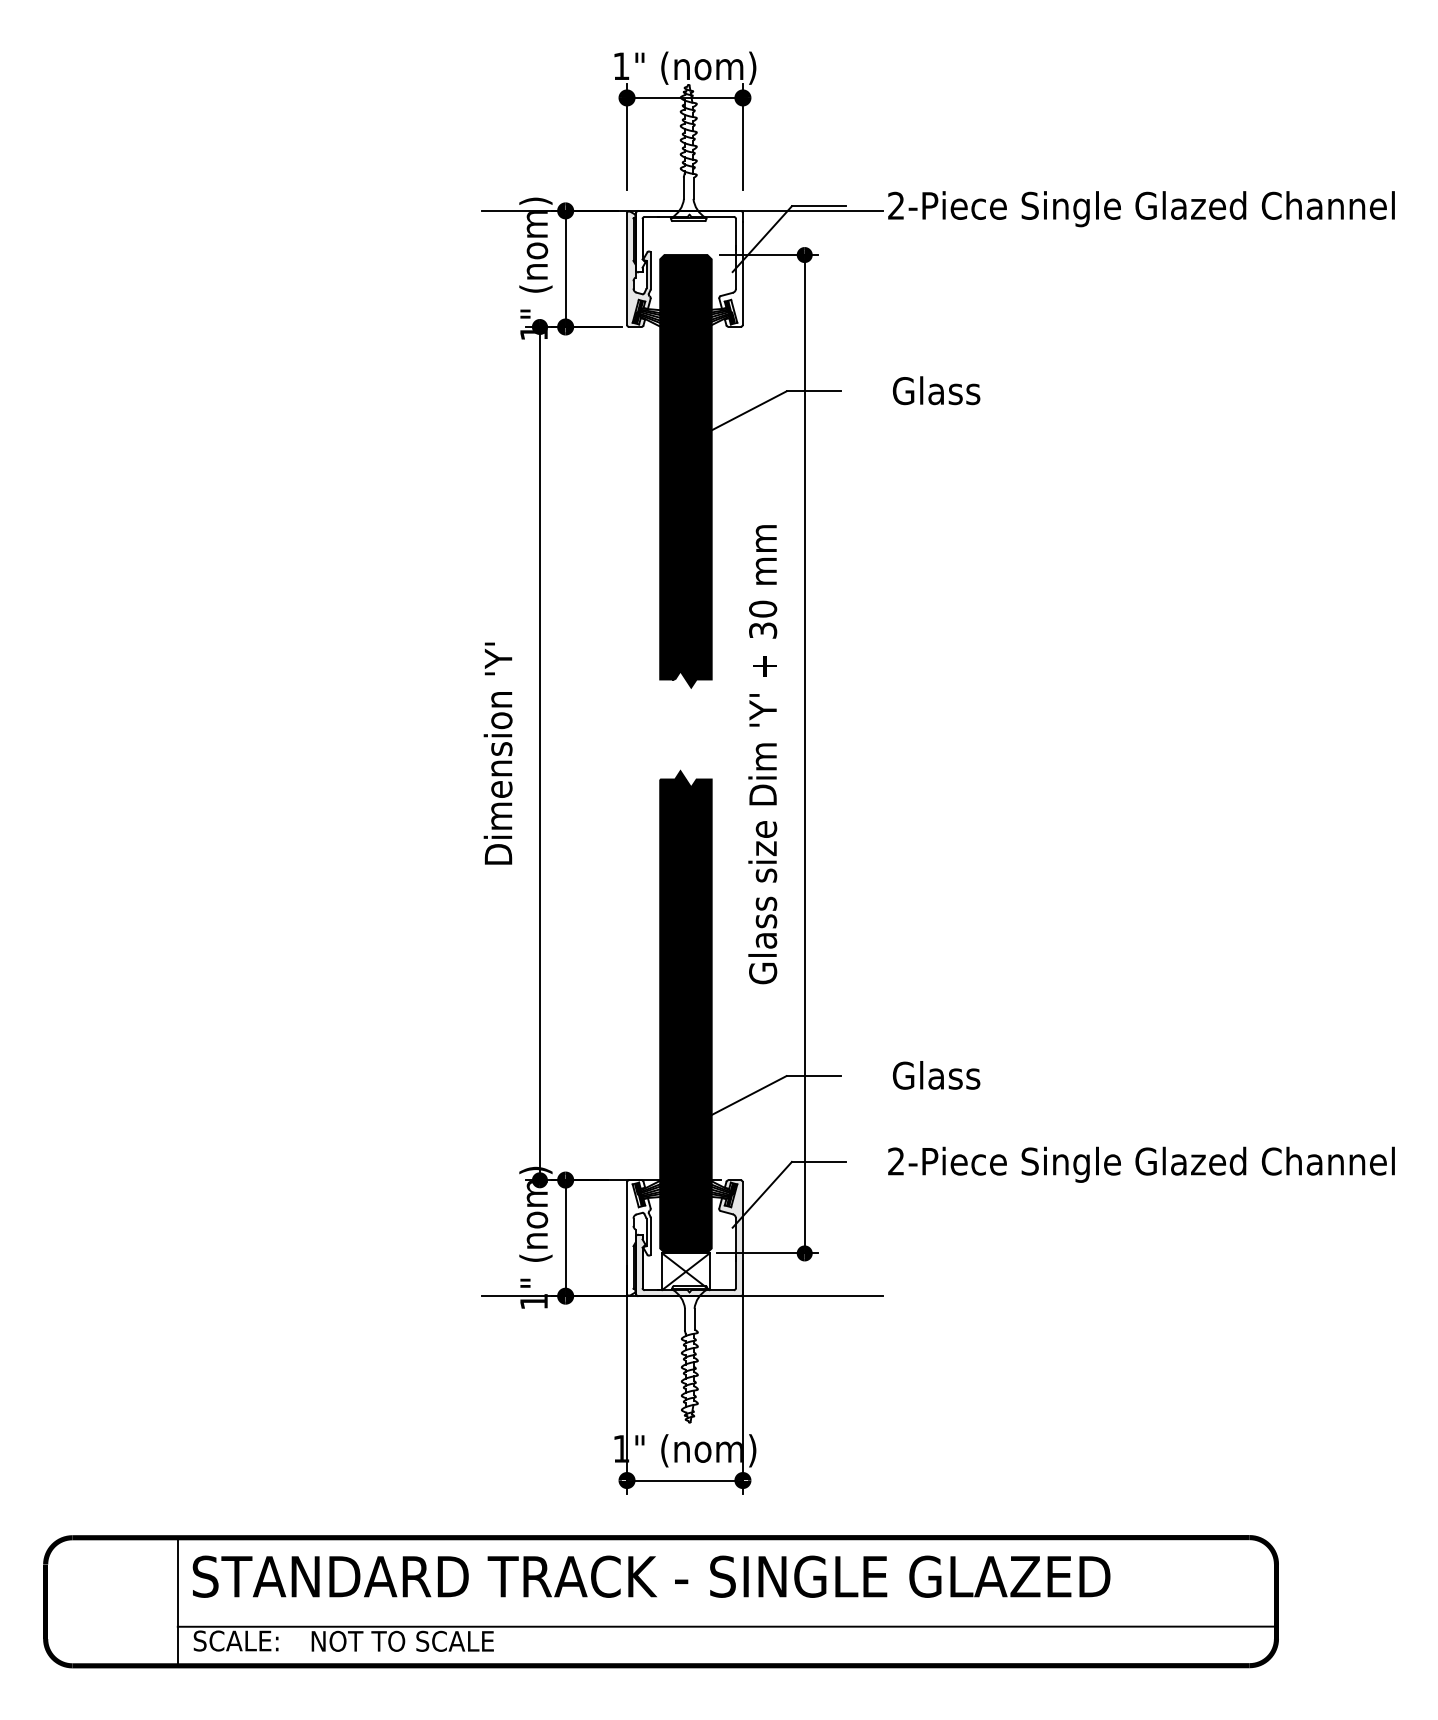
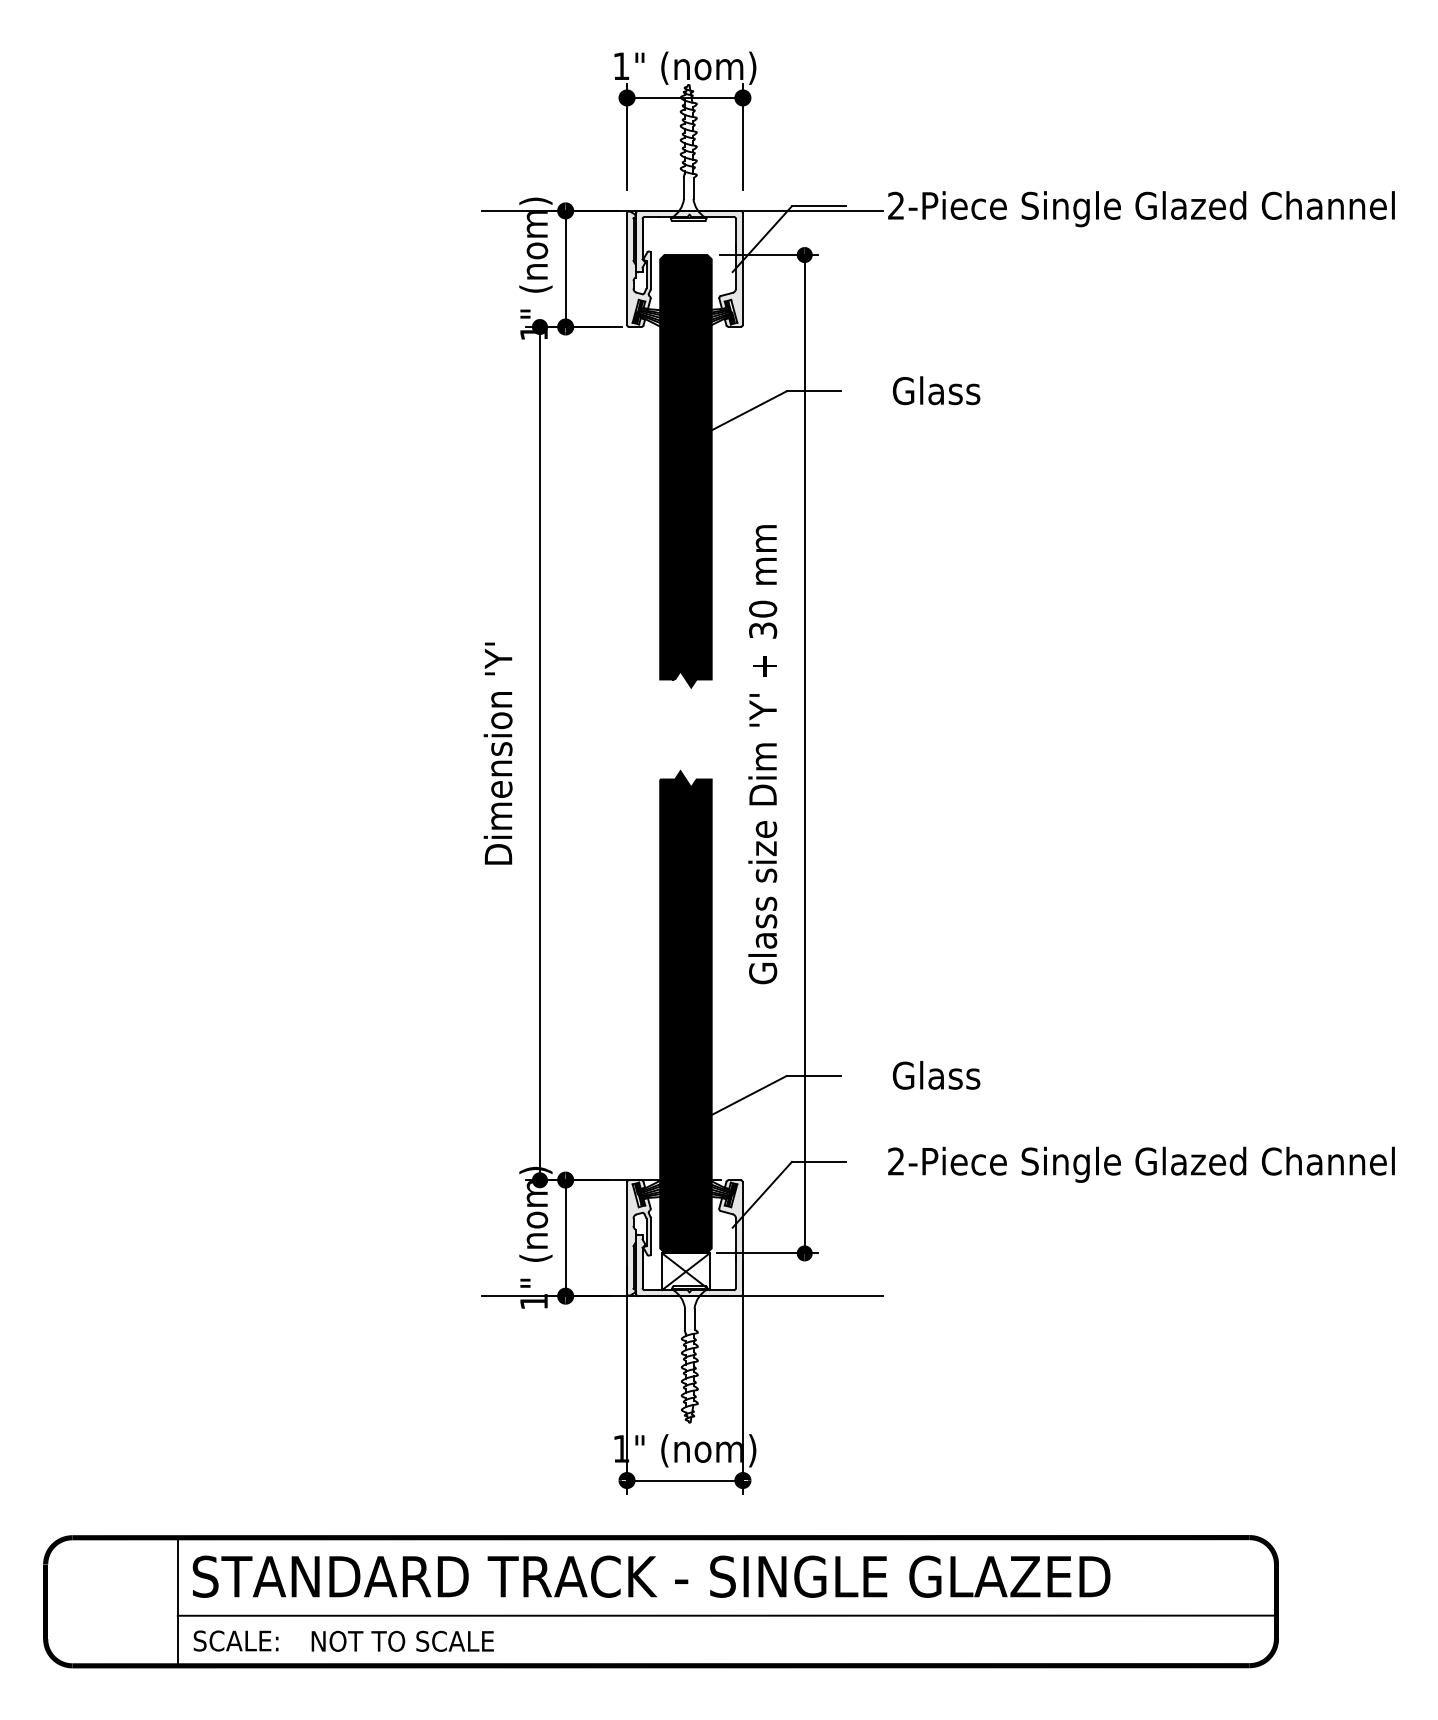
fill at (689, 268): none -> present
fill at (638, 1237): none -> present
line at (726, 1626) position: (726, 1626) -> (726, 1615)
